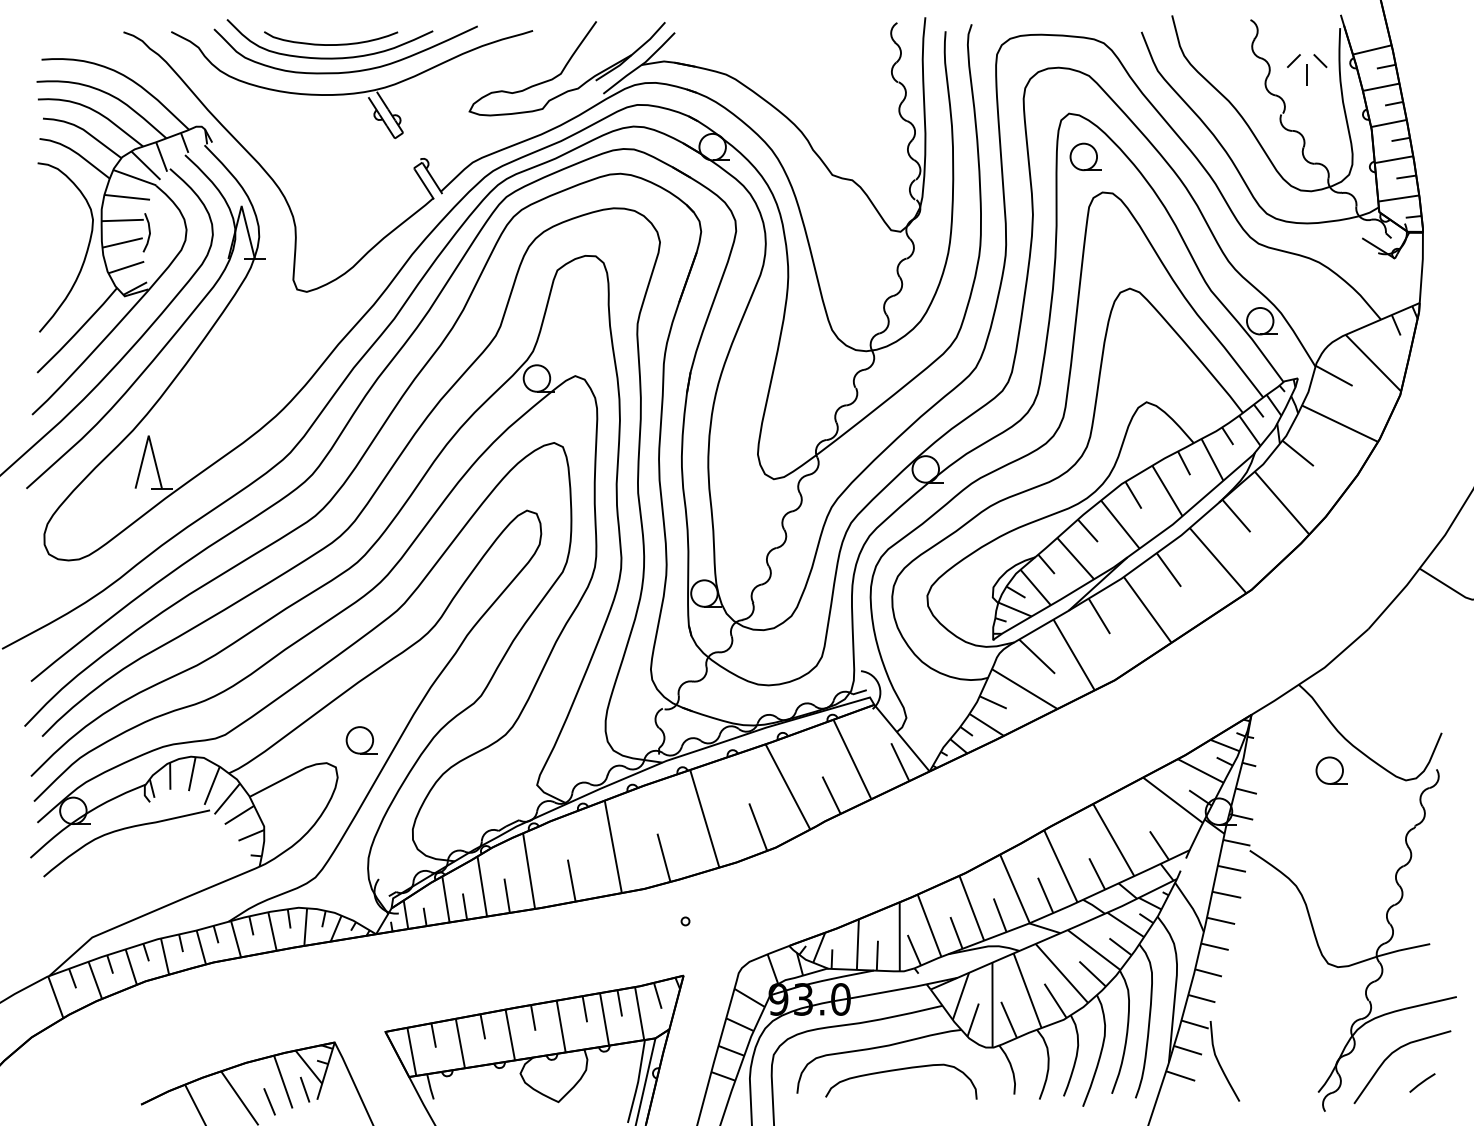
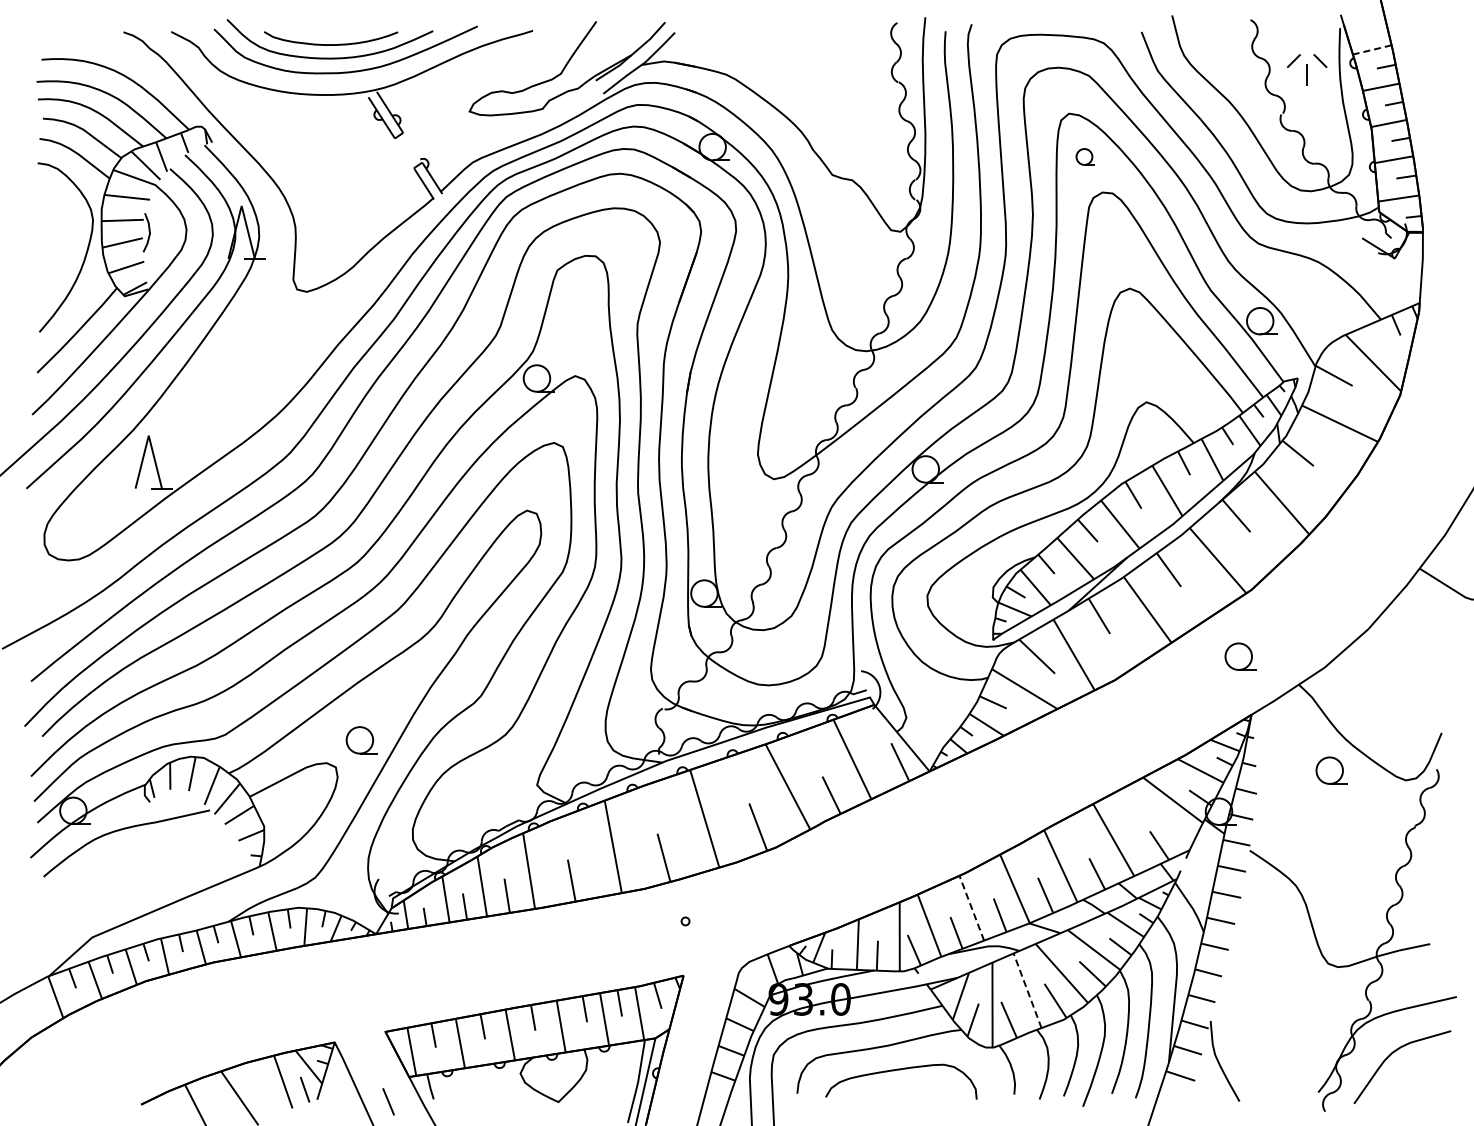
line at (1372, 49): solid -> dashed
part at (1085, 156) size: 33x30 px -> 20x18 px
part at (1240, 656): none -> present
line at (971, 908): solid -> dashed
line at (1027, 990): solid -> dashed
line at (1422, 1082): present -> none
line at (269, 1101) position: (269, 1101) -> (388, 1101)
